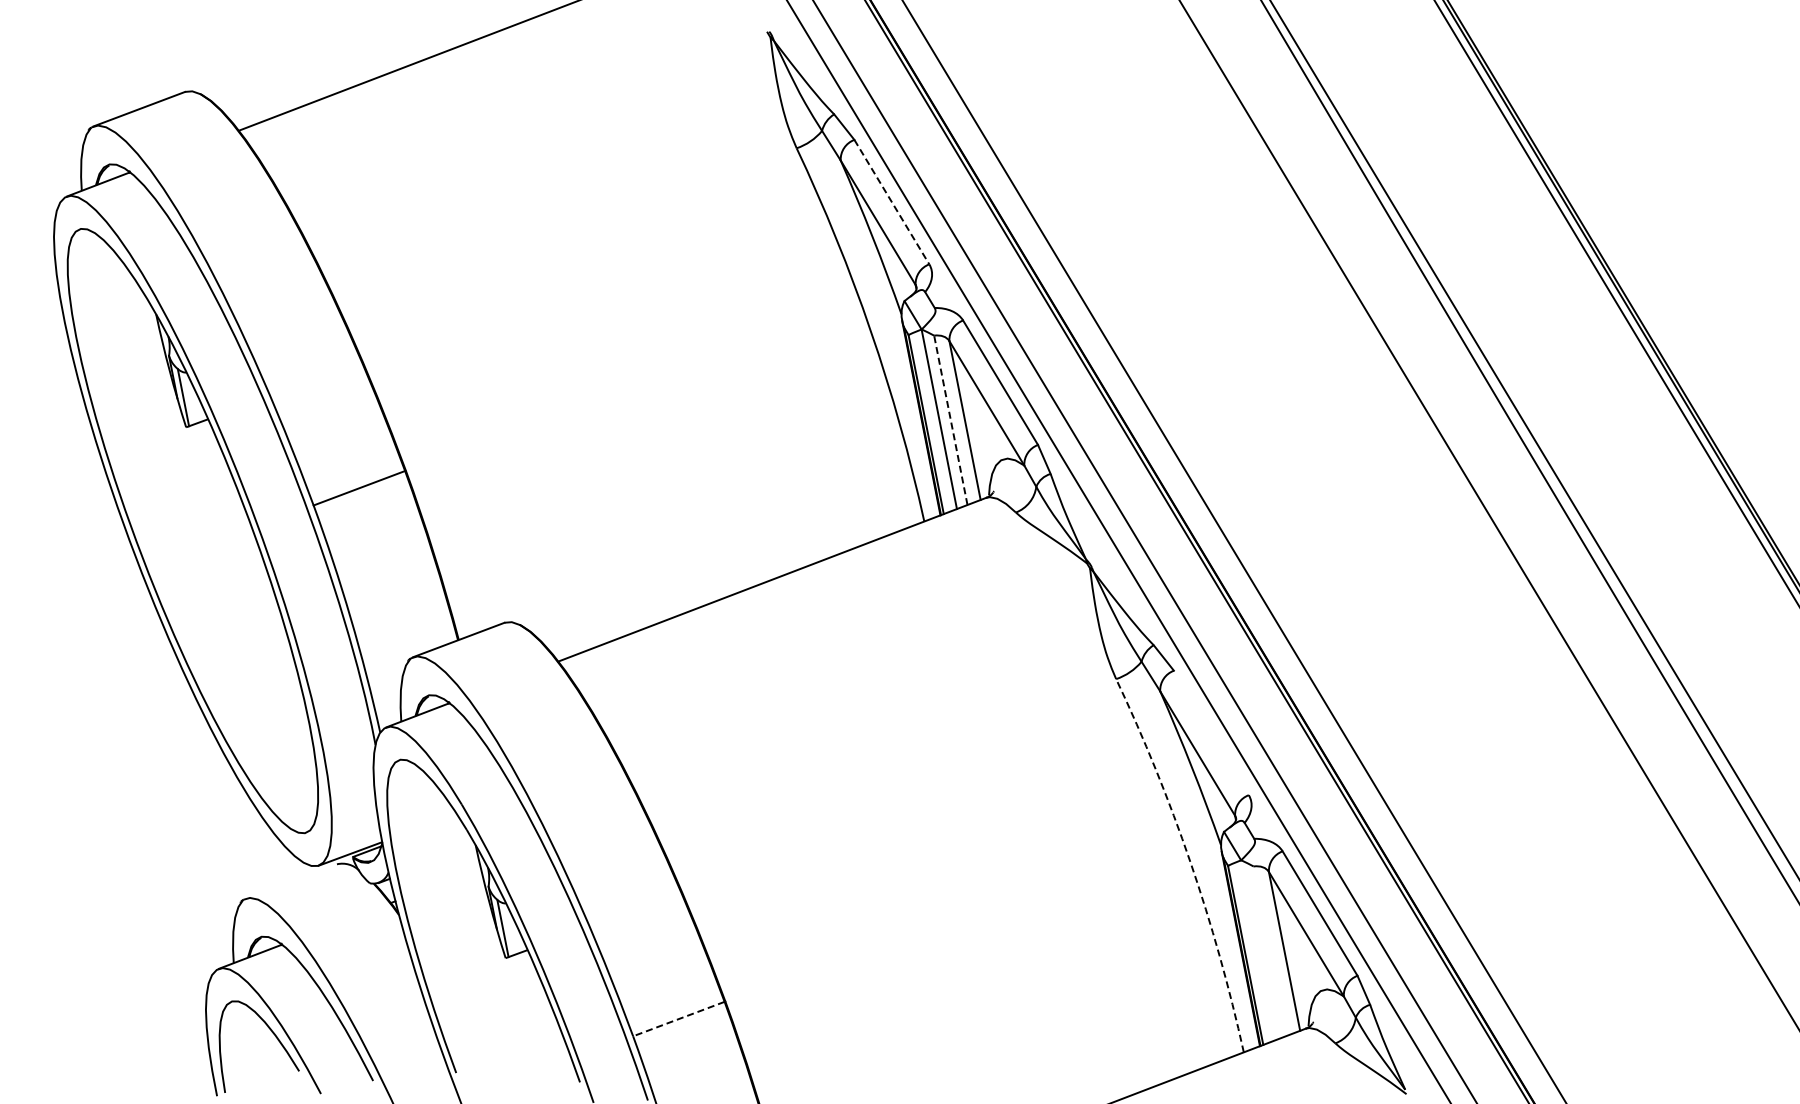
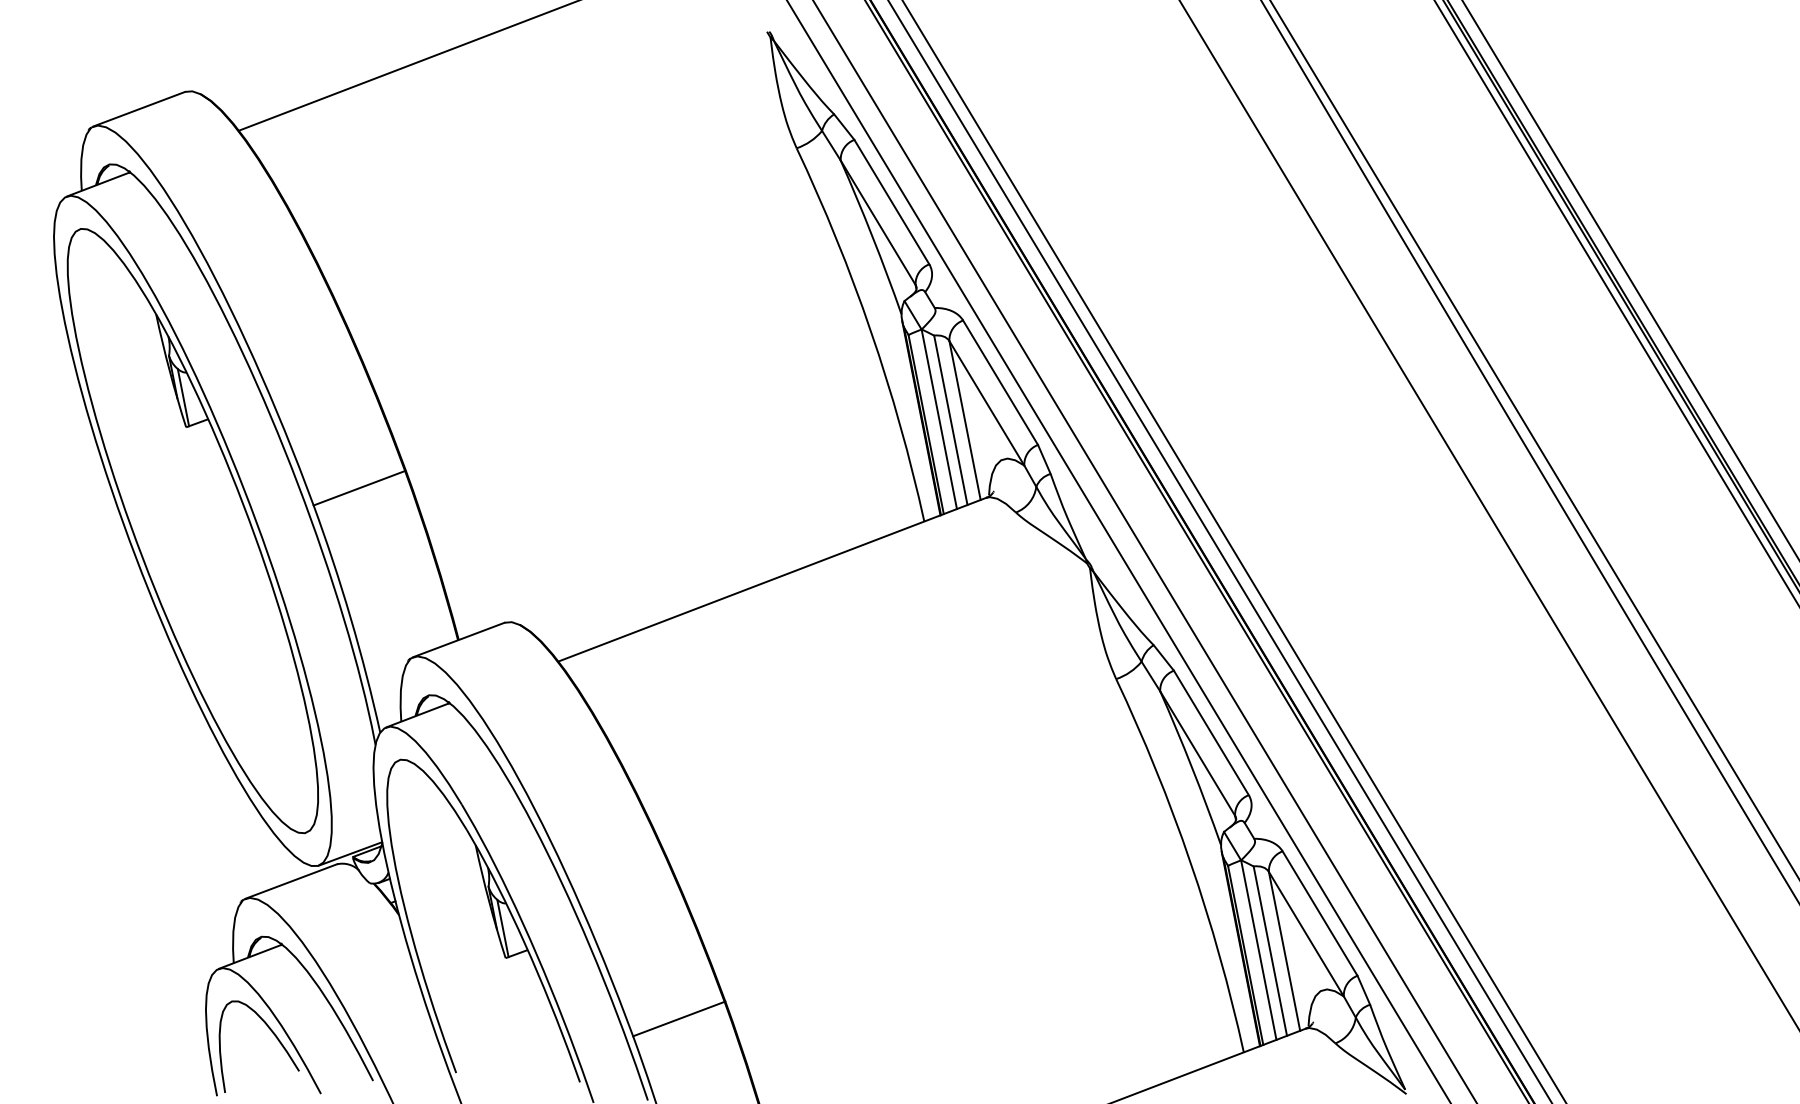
line at (891, 202): dashed -> solid
line at (1629, 279): none -> present
line at (950, 419): dashed -> solid
line at (1219, 551): none -> present
line at (1210, 732): none -> present
arc at (1190, 862): dashed -> solid
line at (290, 881): none -> present
line at (1258, 949): none -> present
line at (1270, 950): none -> present
line at (678, 1019): dashed -> solid
